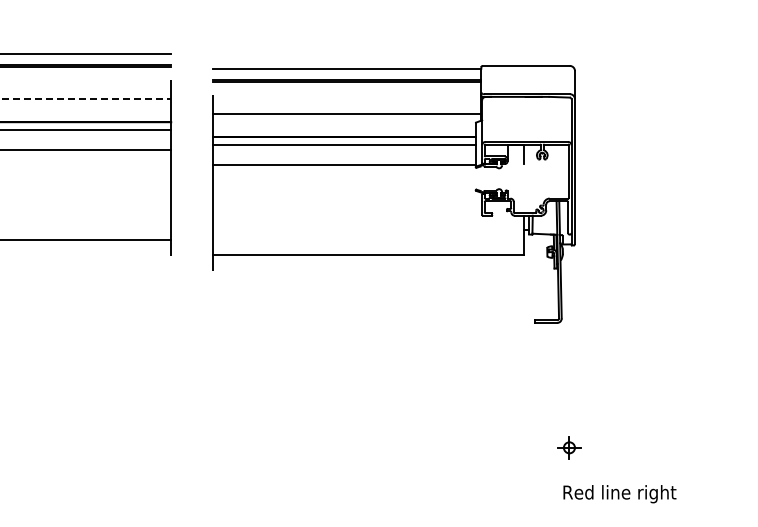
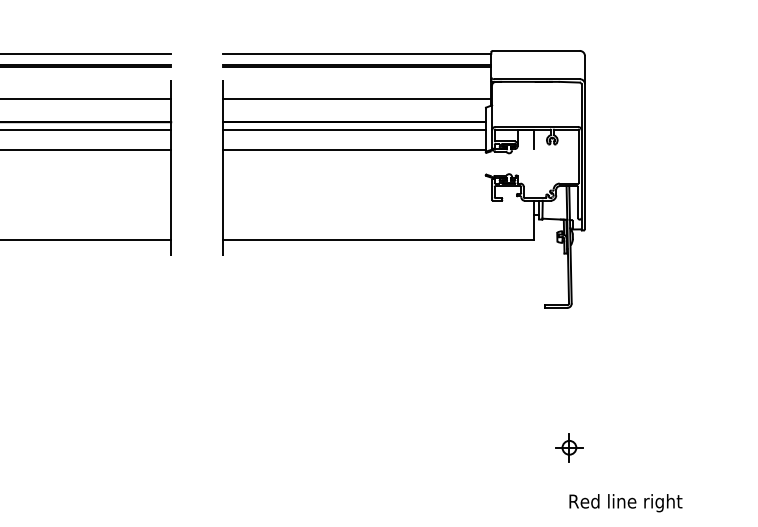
line at (86, 99): dashed -> solid
part at (393, 194) position: (393, 194) -> (403, 179)
part at (569, 447) size: 25x24 px -> 29x30 px
text at (619, 494) position: (619, 494) -> (625, 503)
